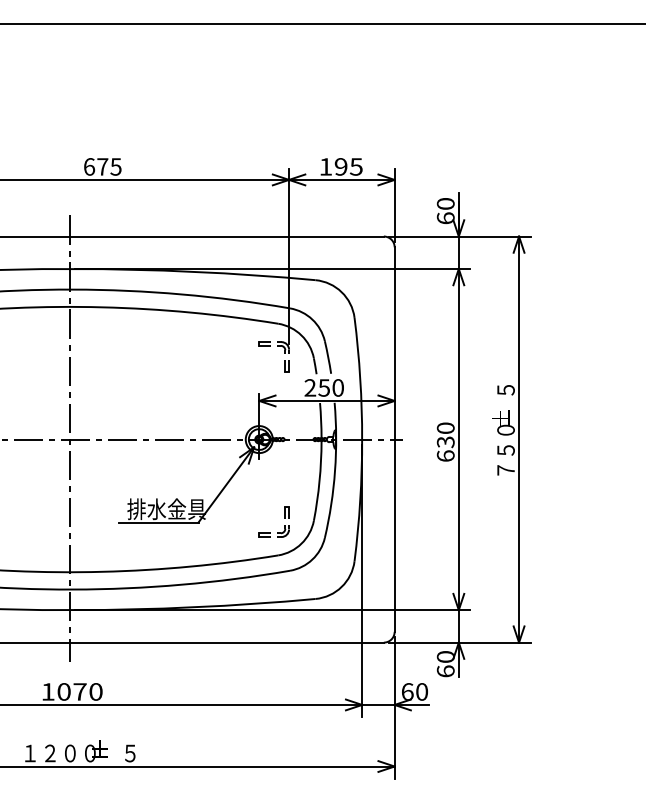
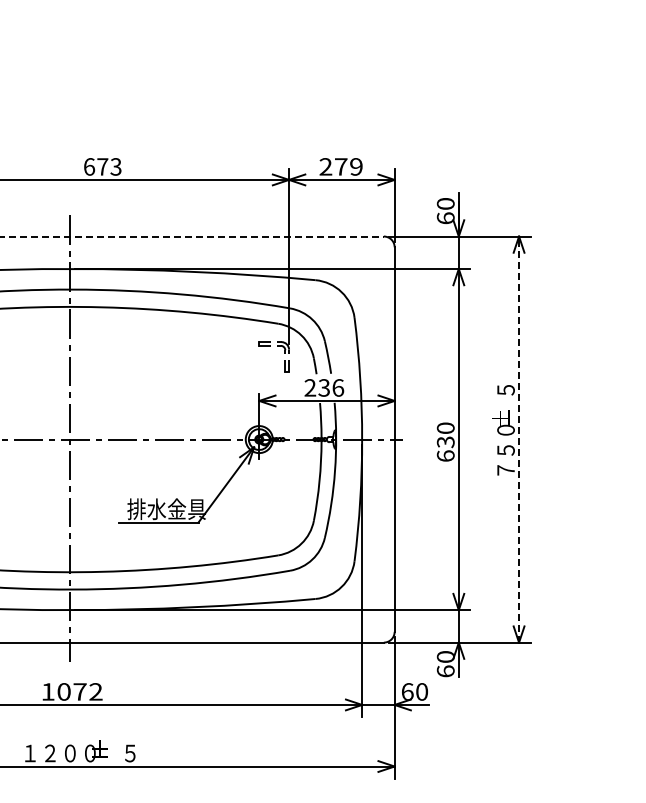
line at (322, 24): present -> none
text at (116, 166): 675 -> 673
text at (340, 166): 195 -> 279
line at (192, 236): solid -> dashed
text at (331, 387): 250 -> 236
line at (519, 439): solid -> dashed
part at (284, 518): present -> none
text at (95, 691): 1070 -> 1072
